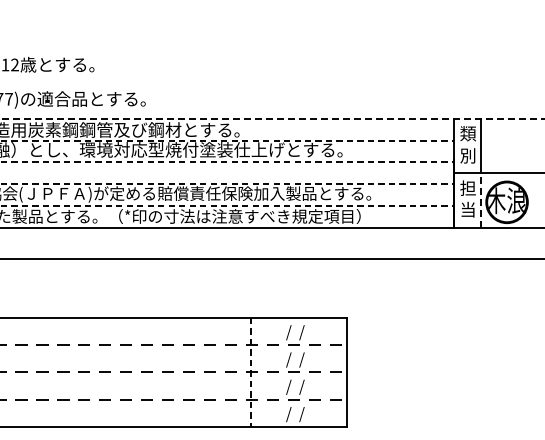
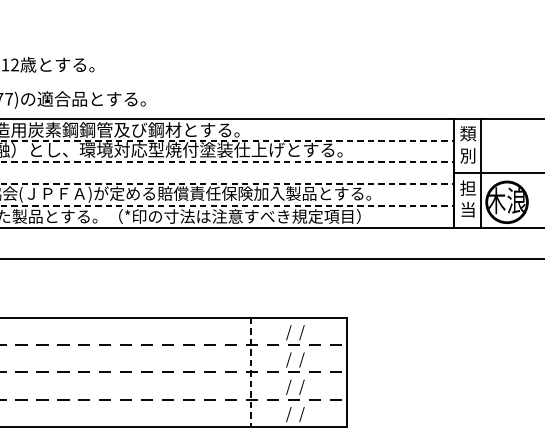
line at (272, 118): dashed -> solid
line at (481, 200): dashed -> solid
